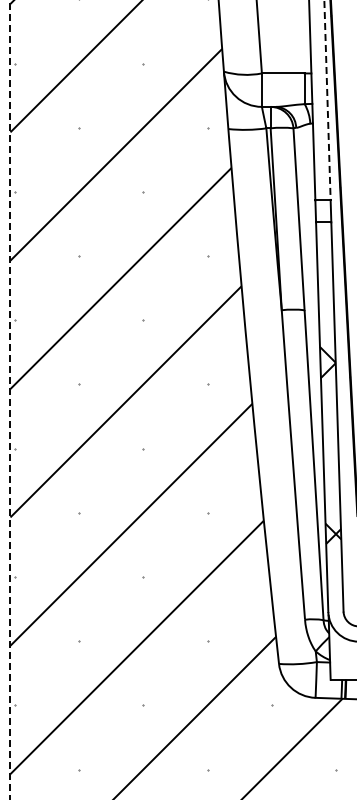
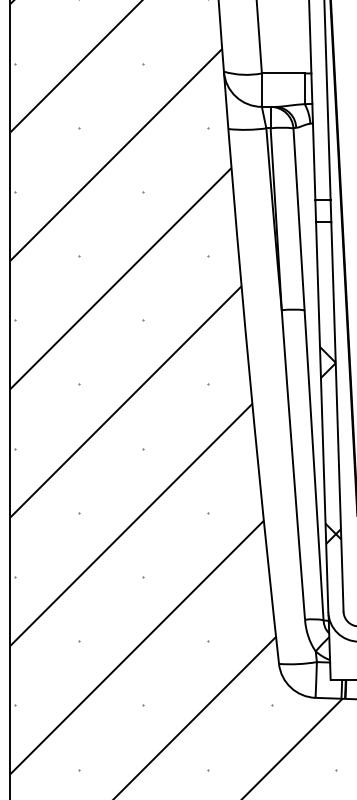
line at (327, 100): dashed -> solid
line at (10, 399): dashed -> solid
